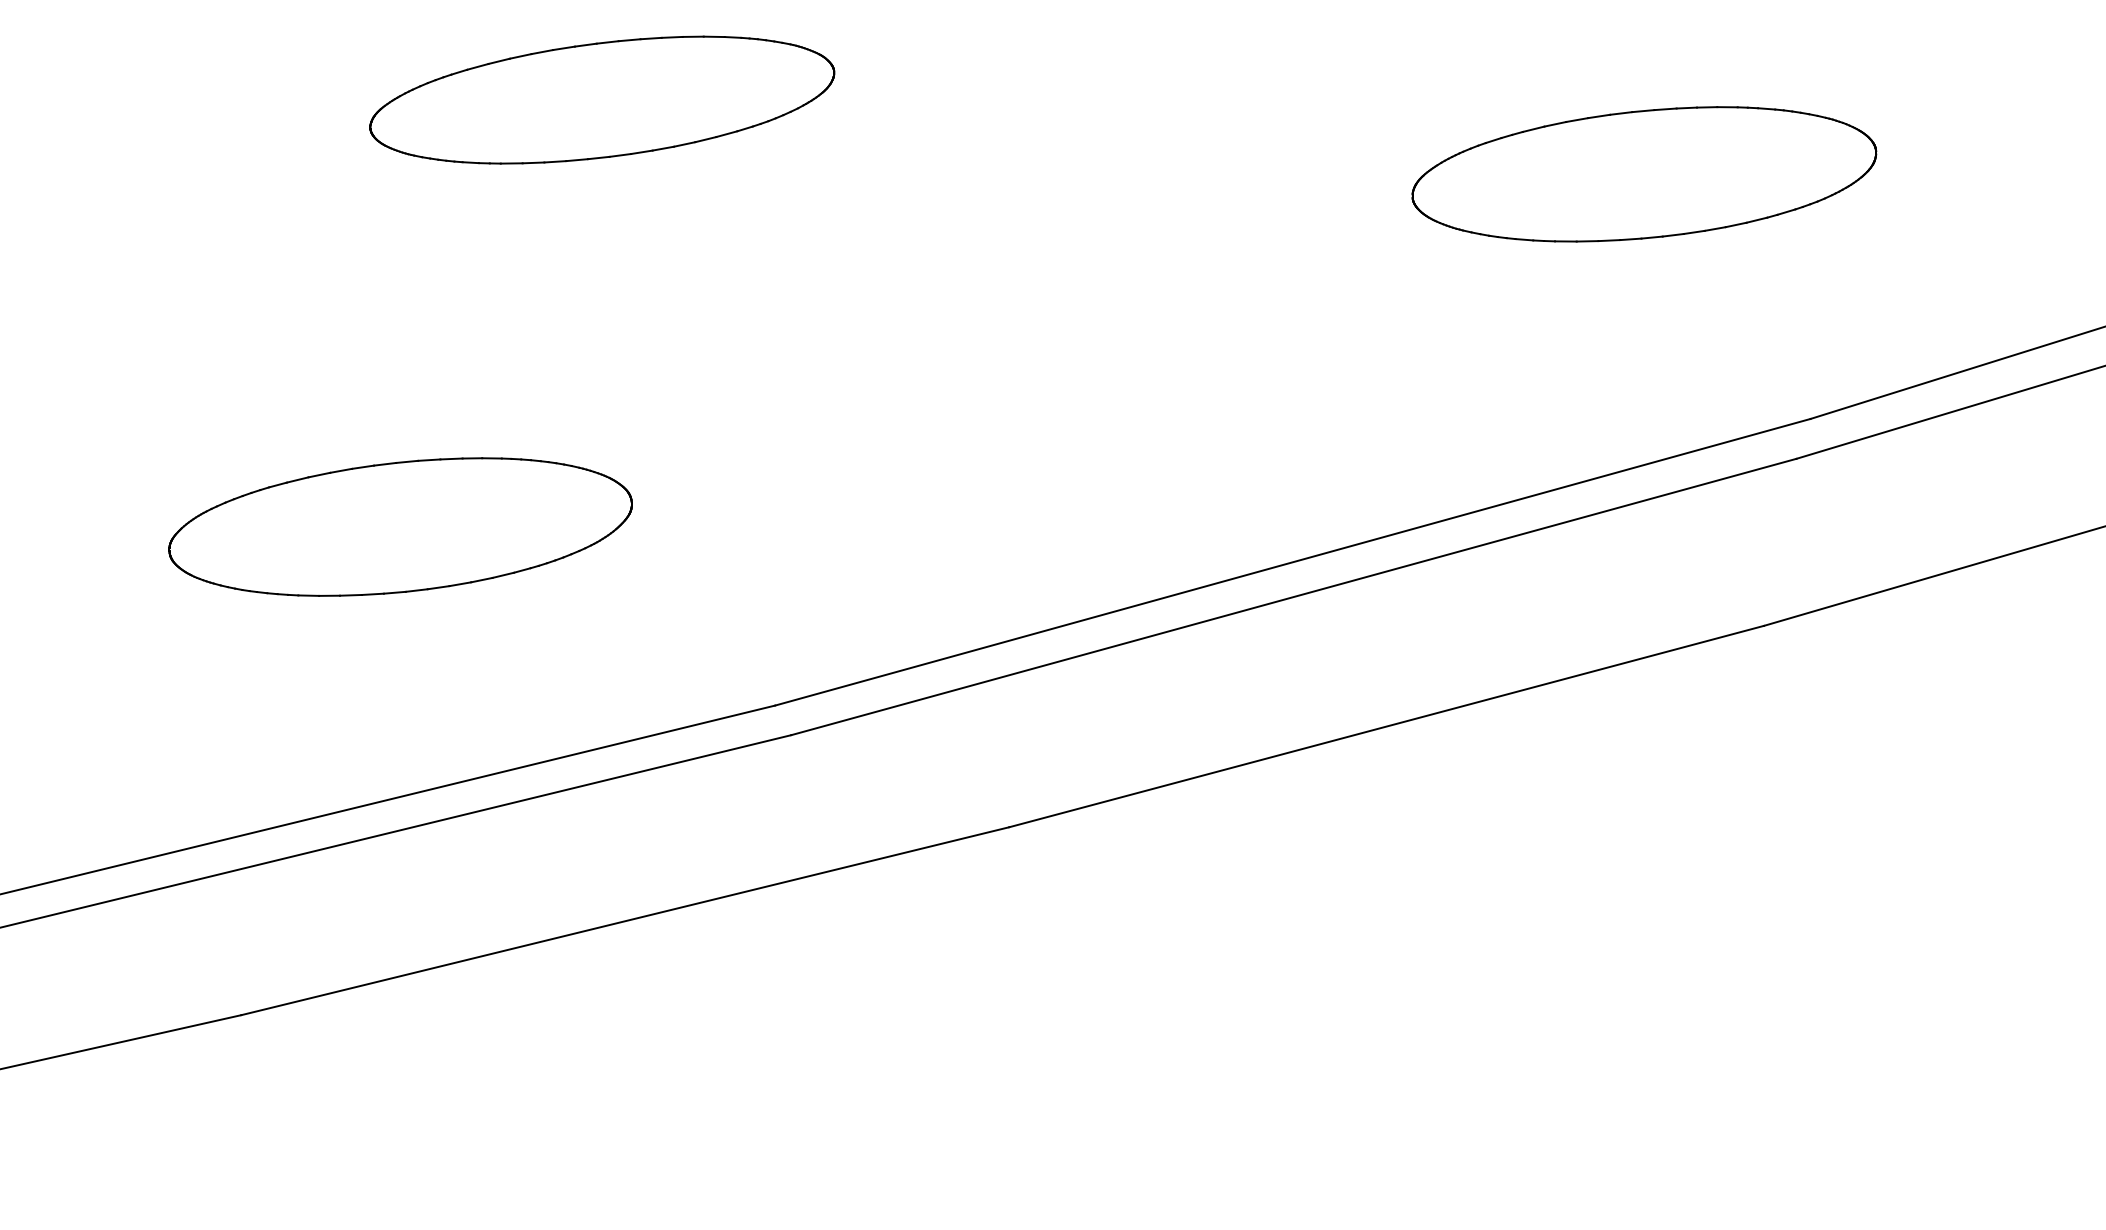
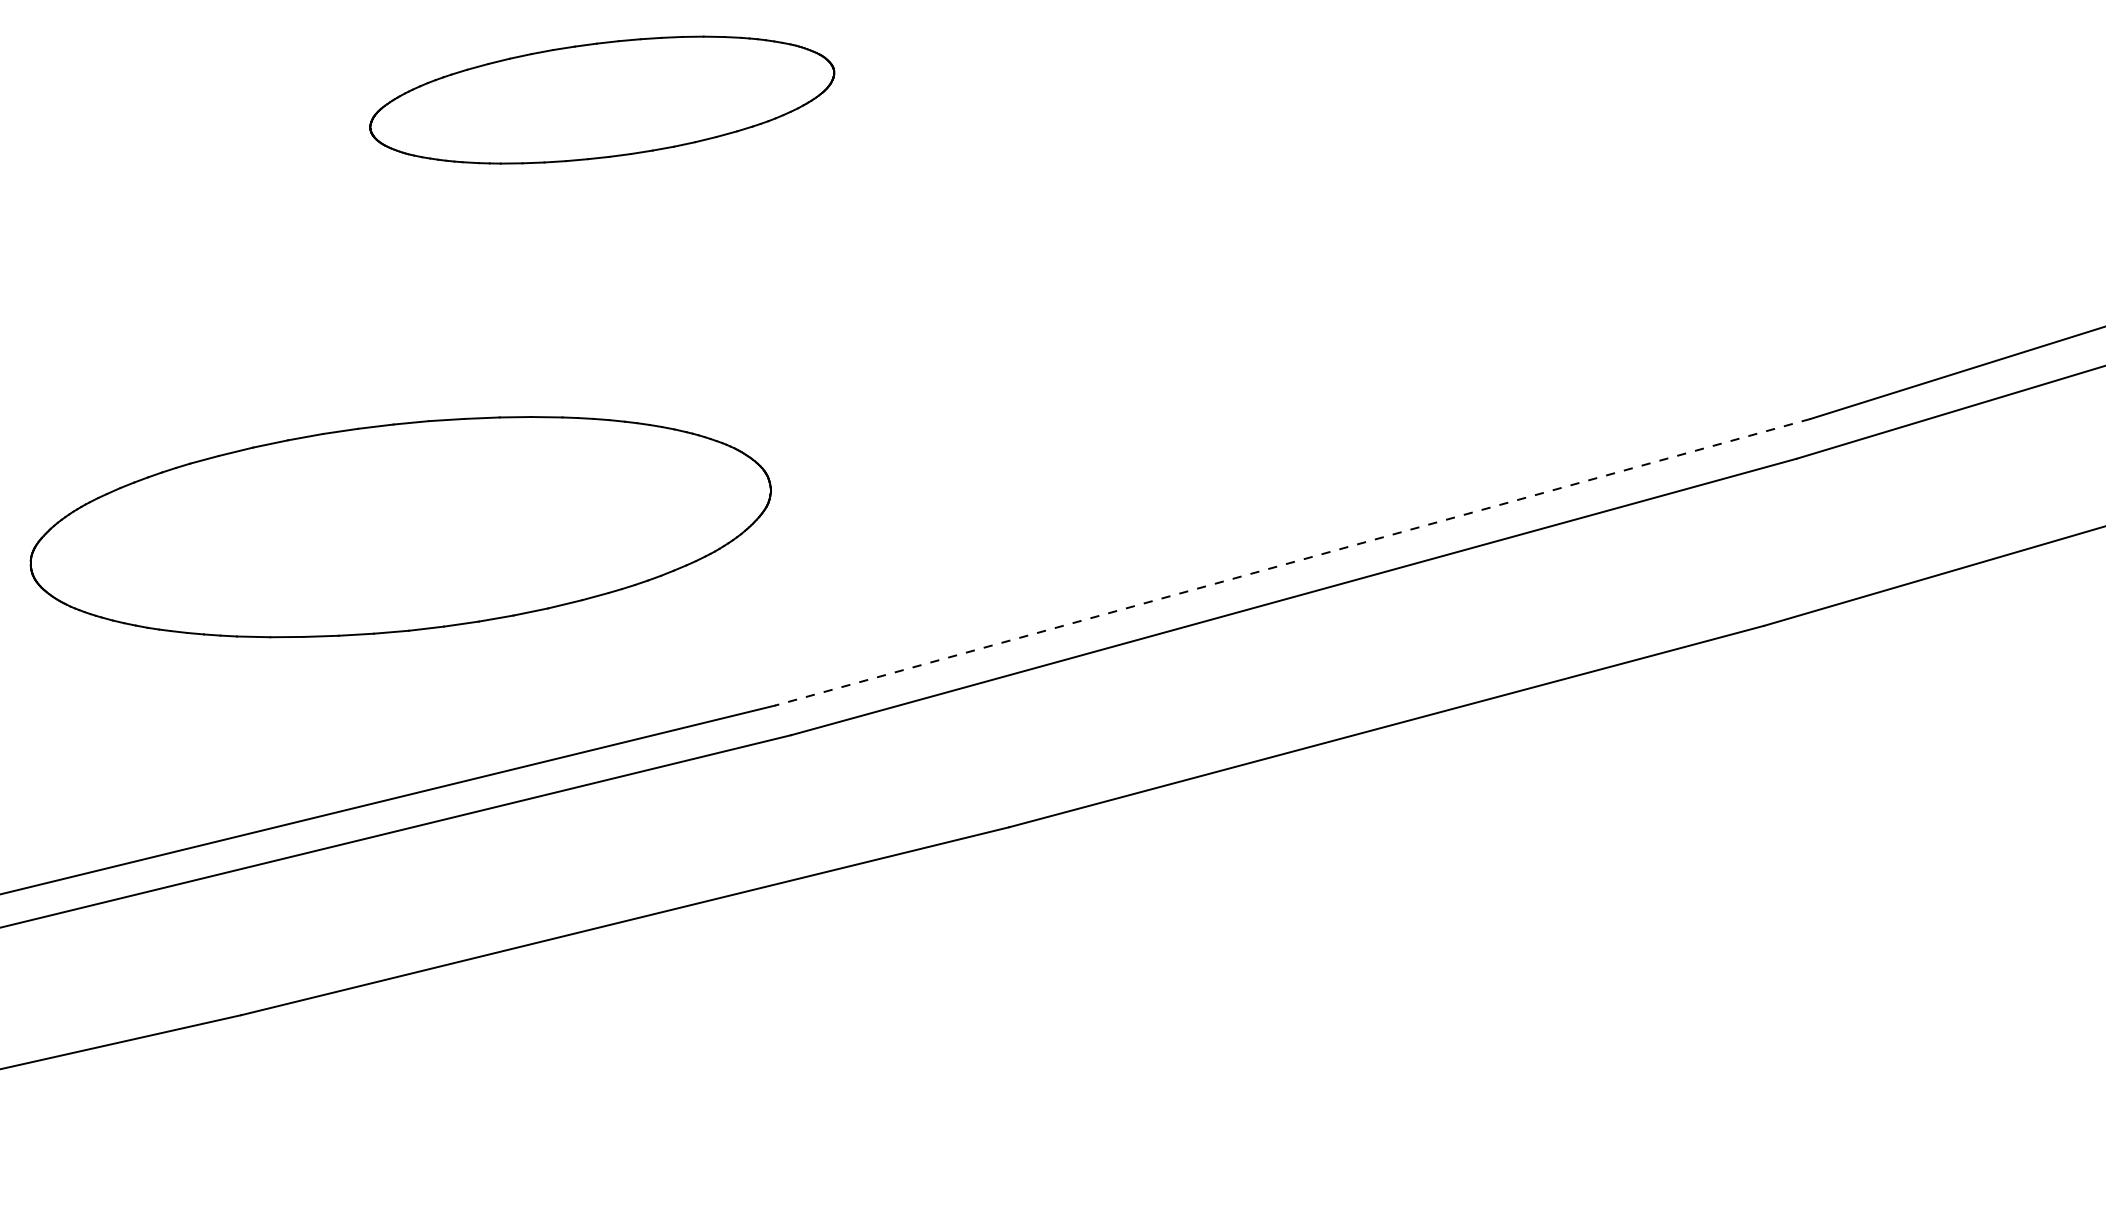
part at (1644, 174): present -> none
part at (400, 526) size: 465x140 px -> 743x223 px
line at (1292, 562): solid -> dashed
